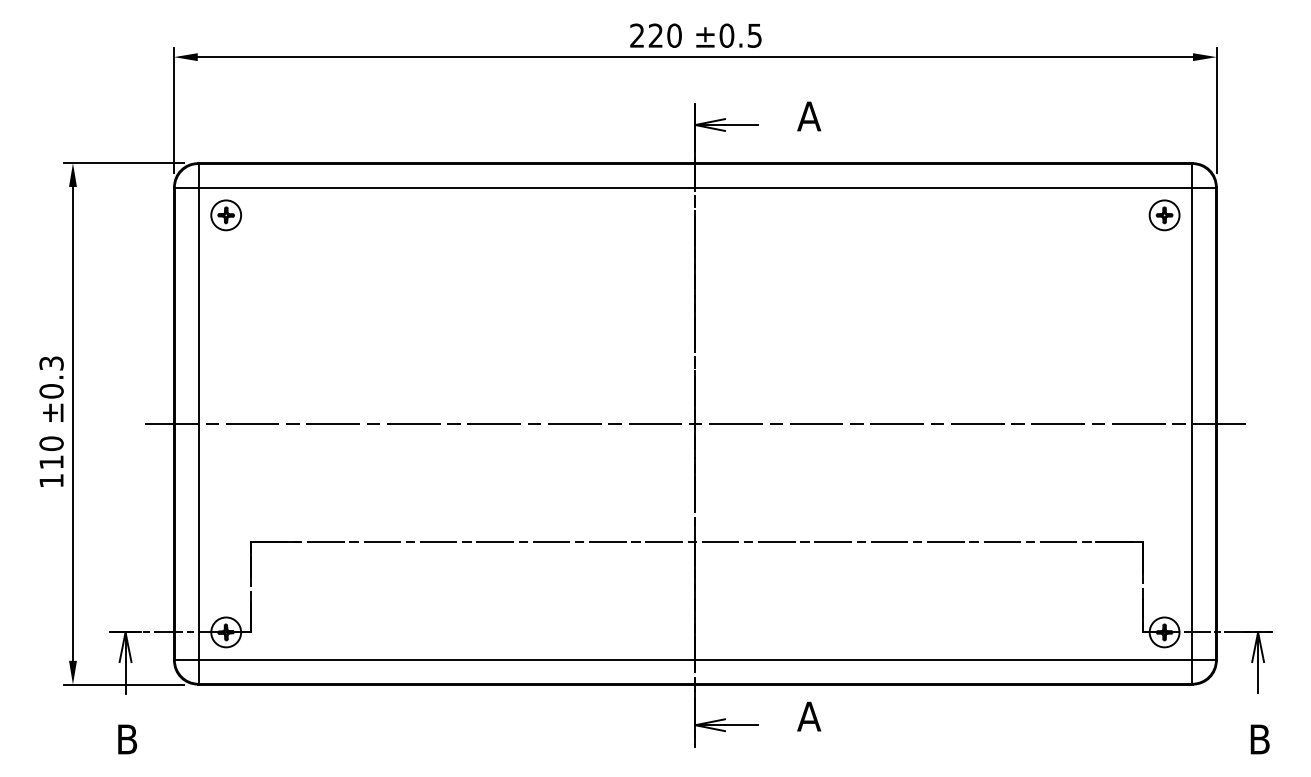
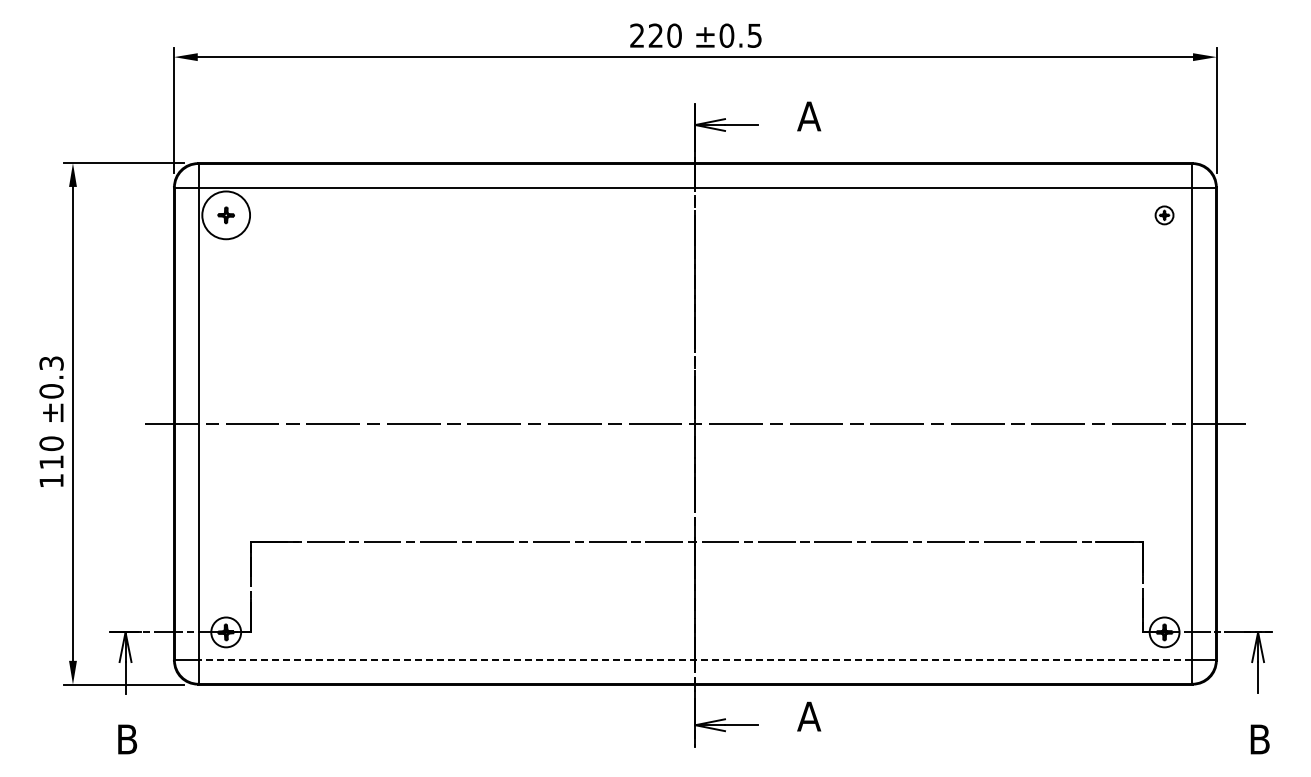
circle at (226, 215) diameter: 30 px -> 48 px
part at (1164, 215) size: 33x33 px -> 21x21 px
line at (695, 660): solid -> dashed
